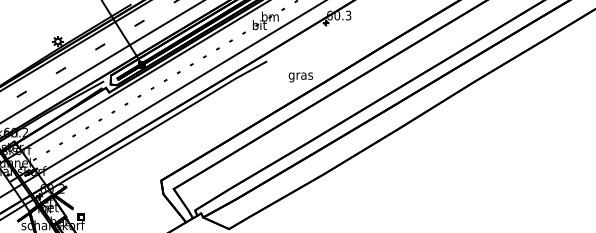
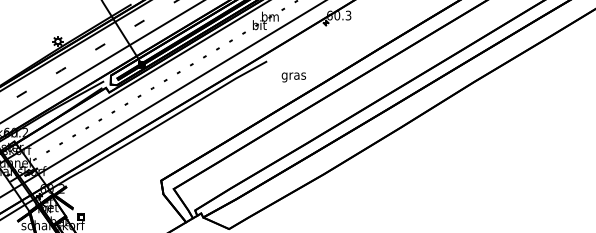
text at (300, 77) position: (300, 77) -> (293, 77)
